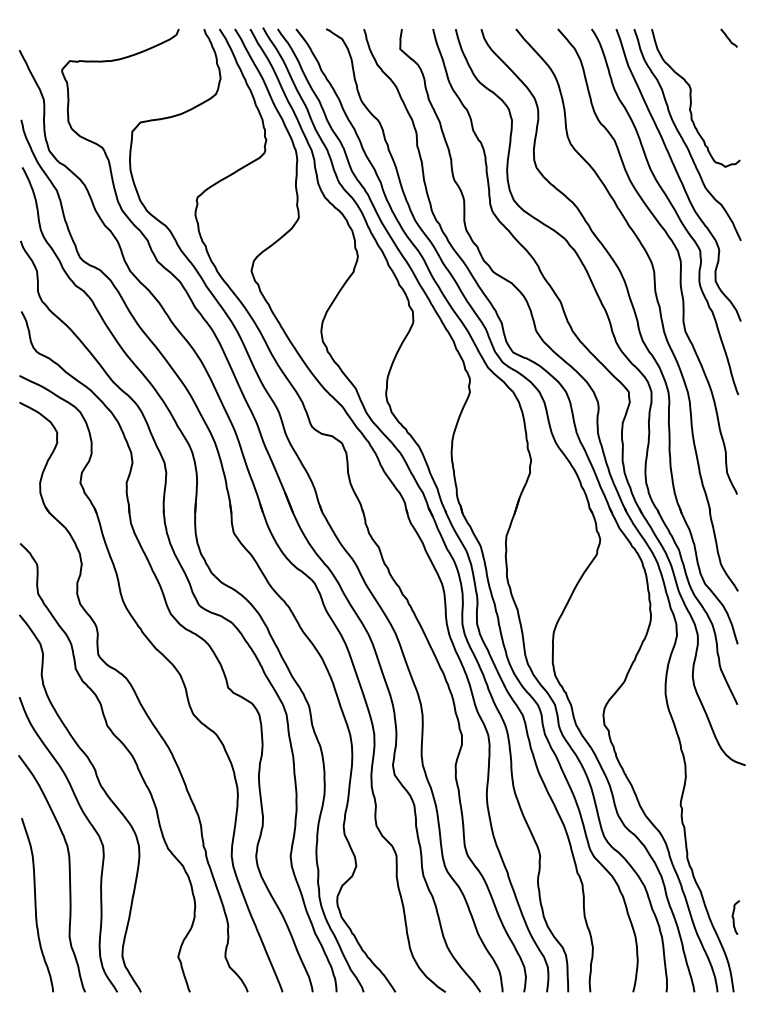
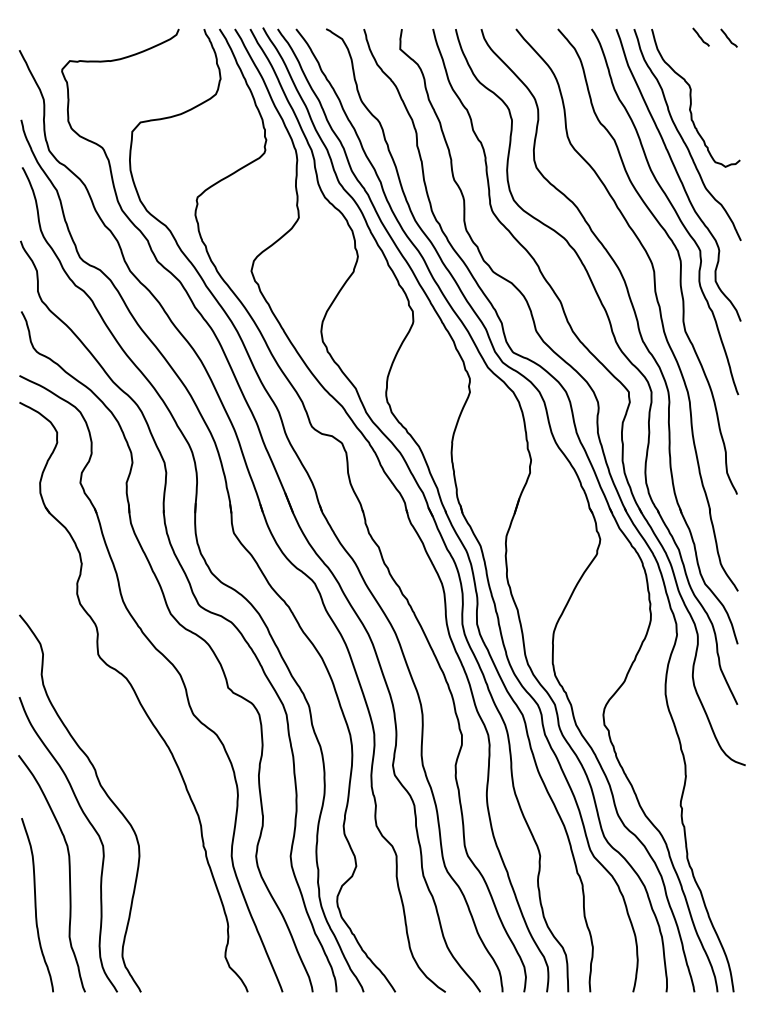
curve at (700, 36): none -> present
curve at (127, 751): present -> none
curve at (734, 918): present -> none
